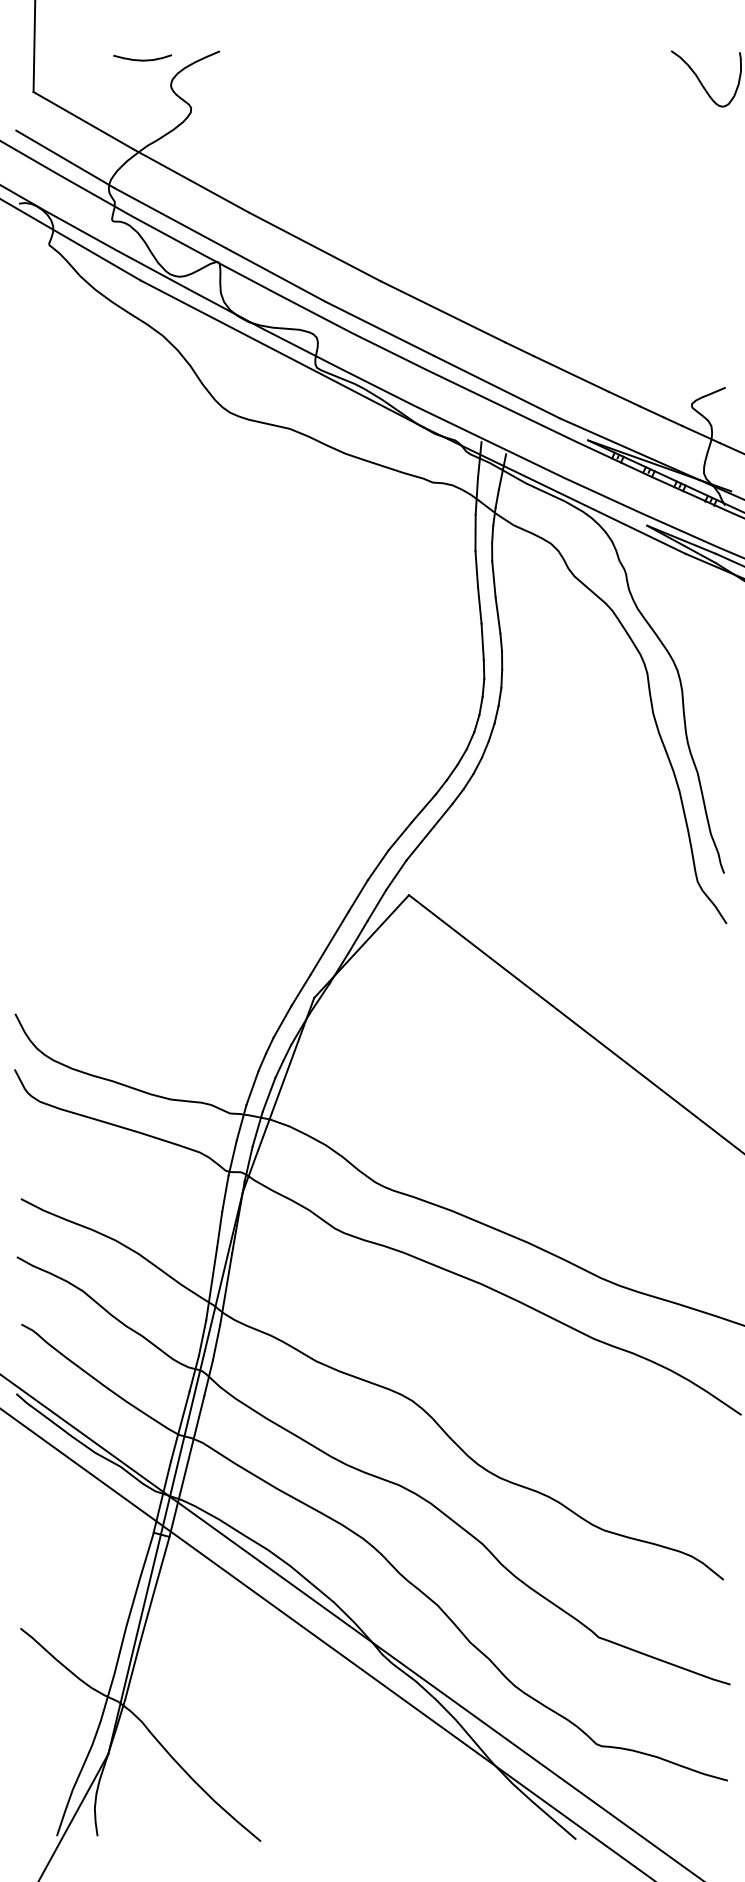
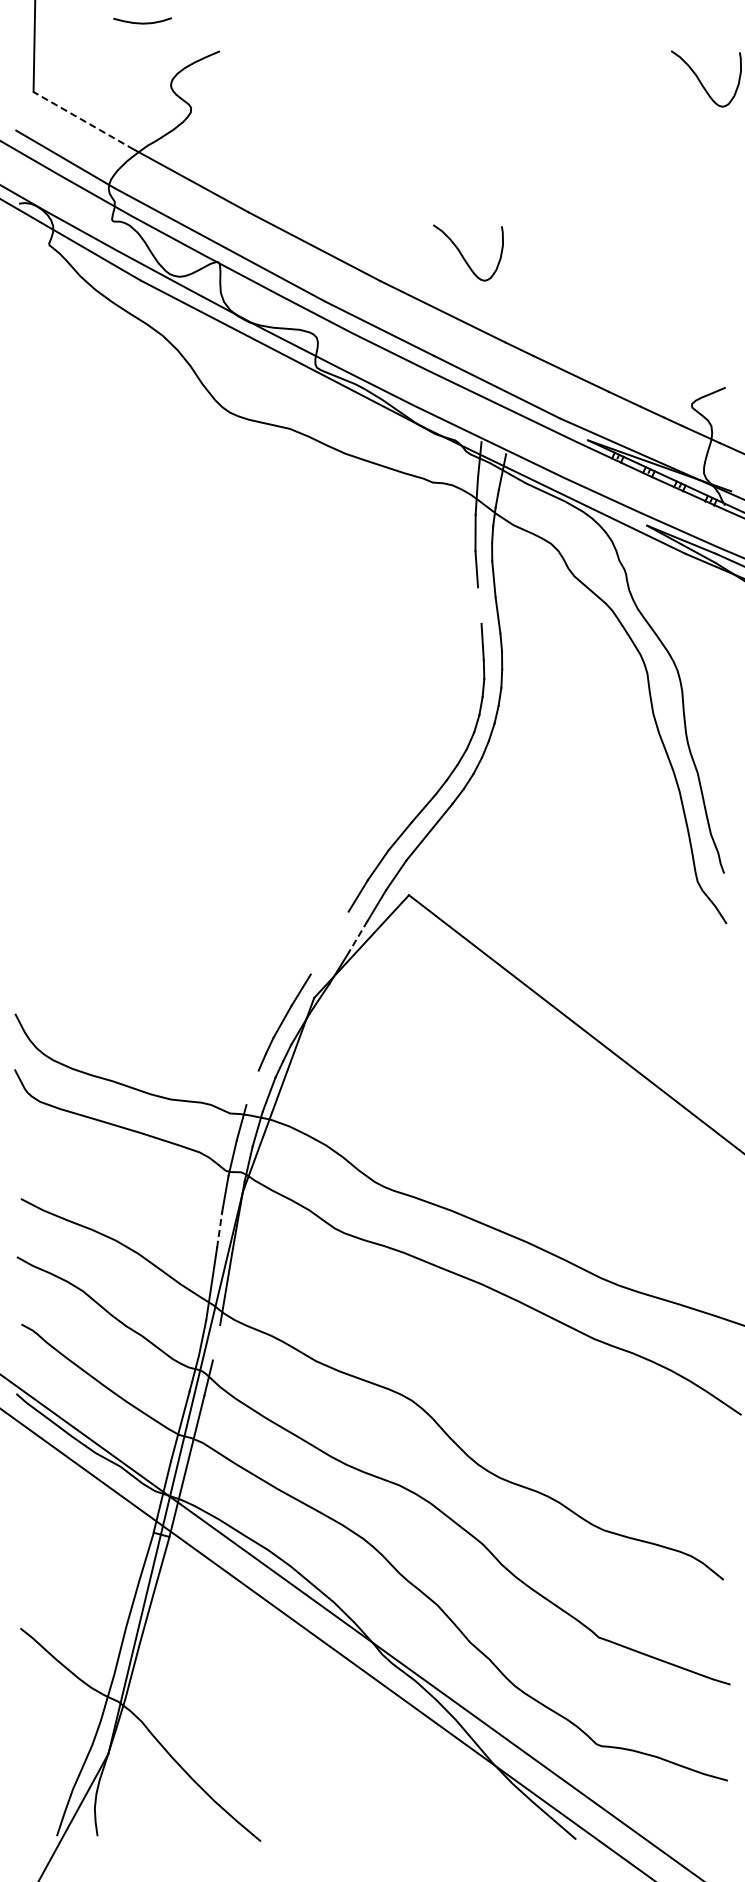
curve at (142, 59) position: (142, 59) -> (142, 22)
line at (83, 120): solid -> dashed
curve at (463, 255): none -> present
line at (479, 605): present -> none
line at (357, 937): solid -> dashed
line at (329, 942): present -> none
line at (252, 1087): present -> none
line at (219, 1229): solid -> dashed
line at (216, 1342): present -> none
